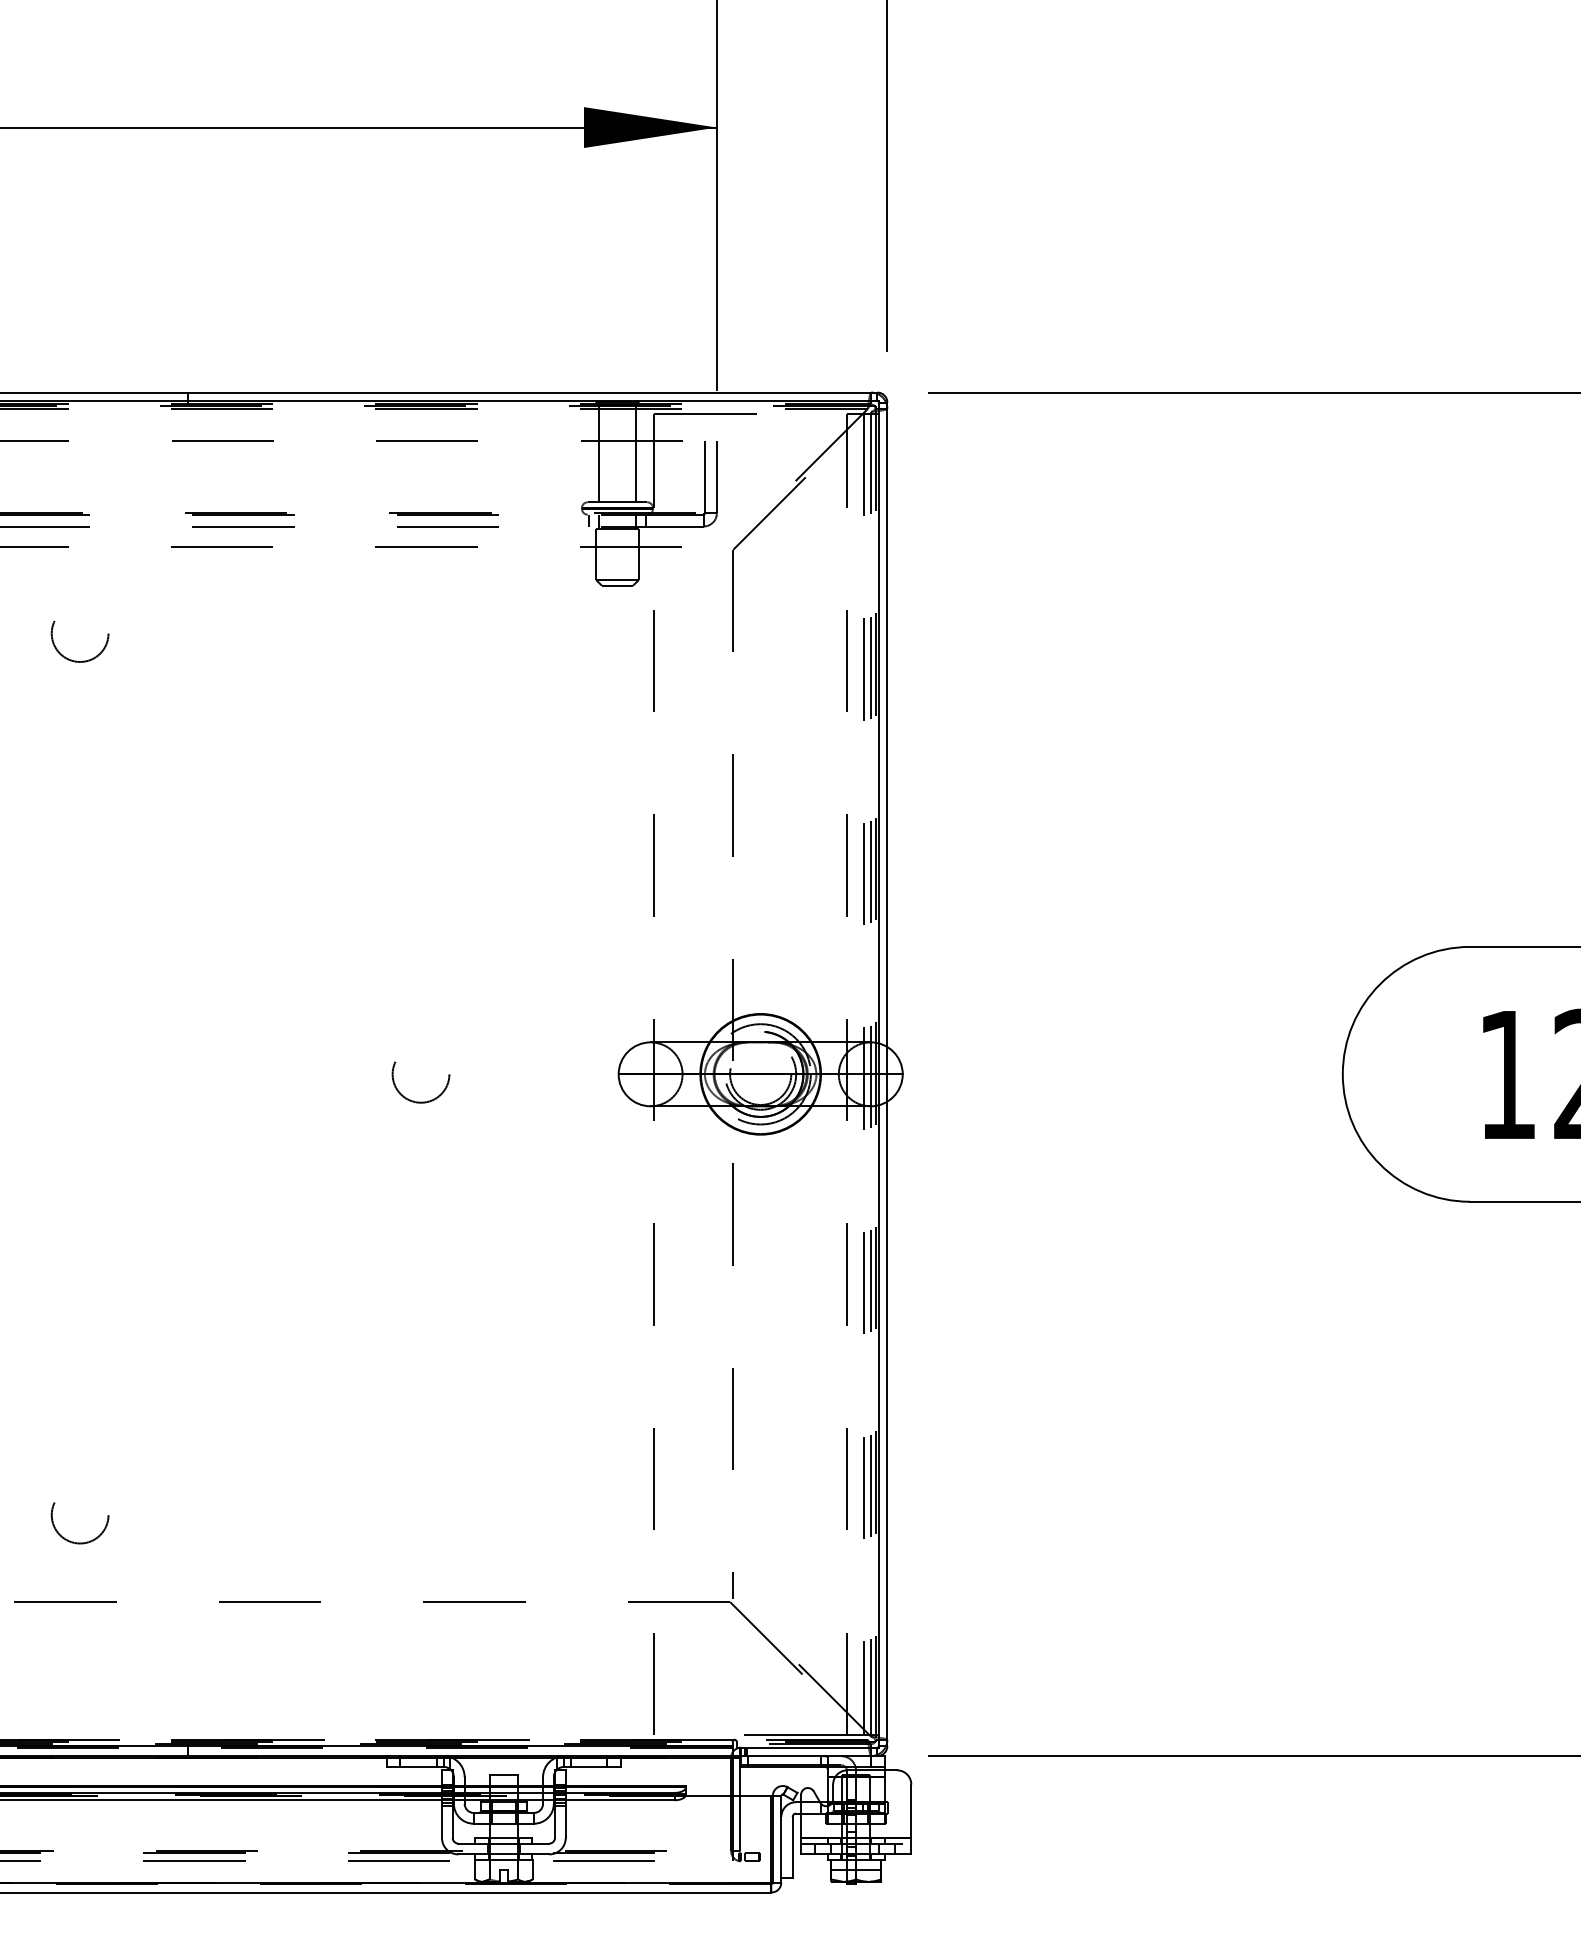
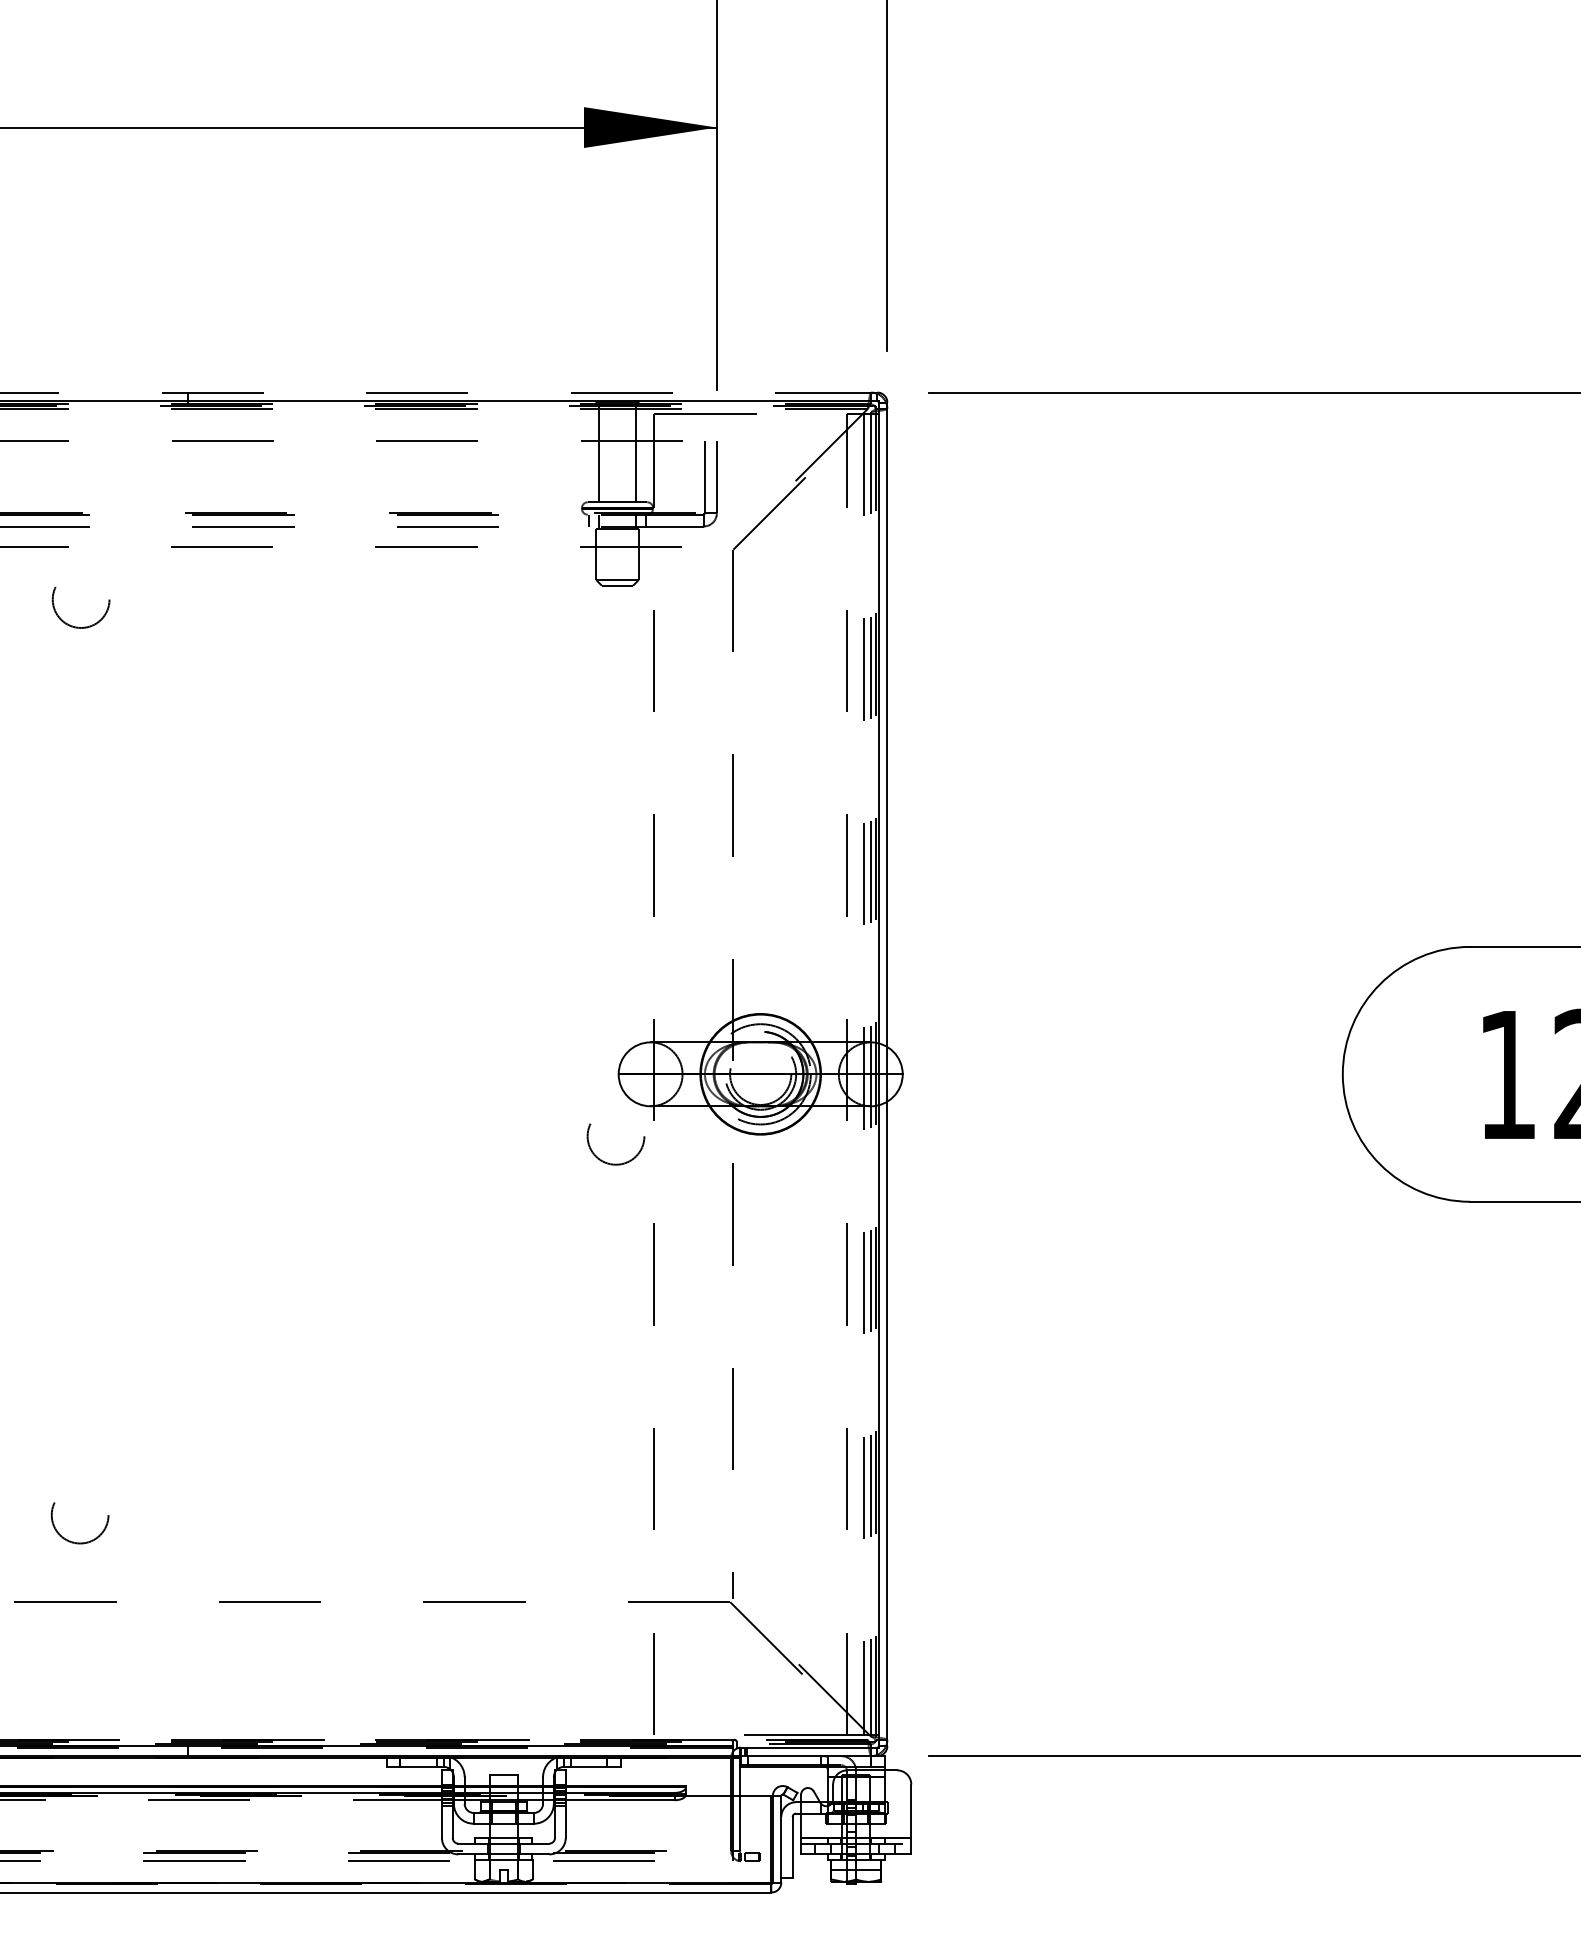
line at (438, 392): solid -> dashed
circle at (79, 641) position: (79, 641) -> (80, 607)
circle at (420, 1082) position: (420, 1082) -> (615, 1144)
line at (220, 1800): solid -> dashed
